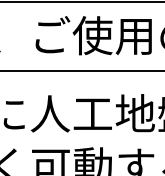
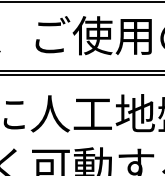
line at (81, 74): none -> present
